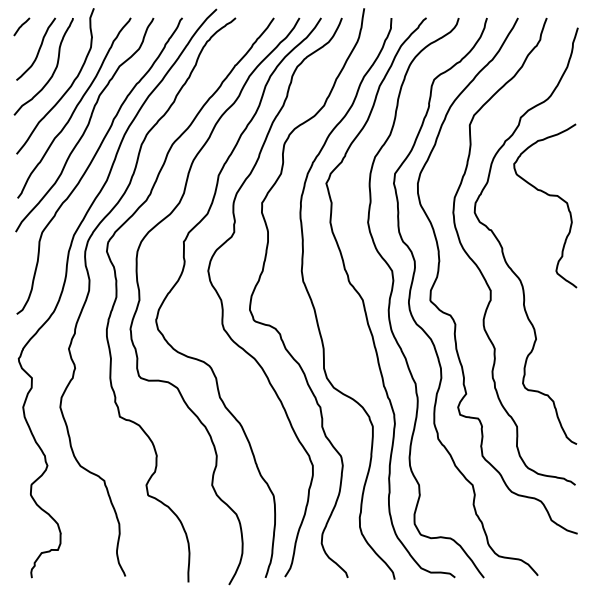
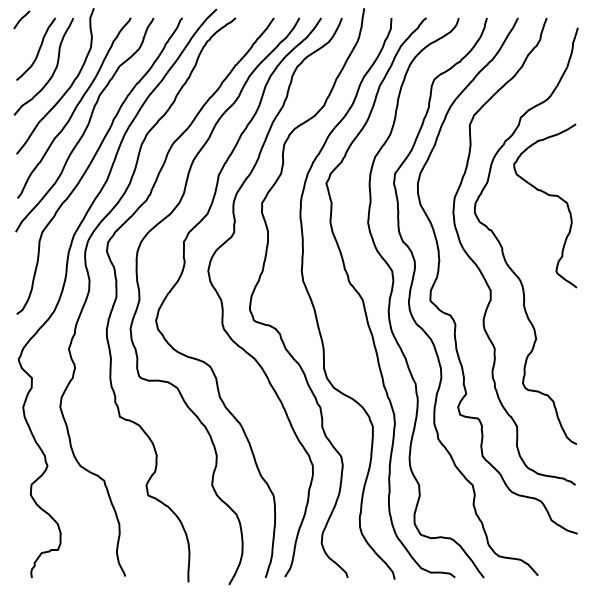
line at (21, 26) position: (21, 26) -> (21, 19)
